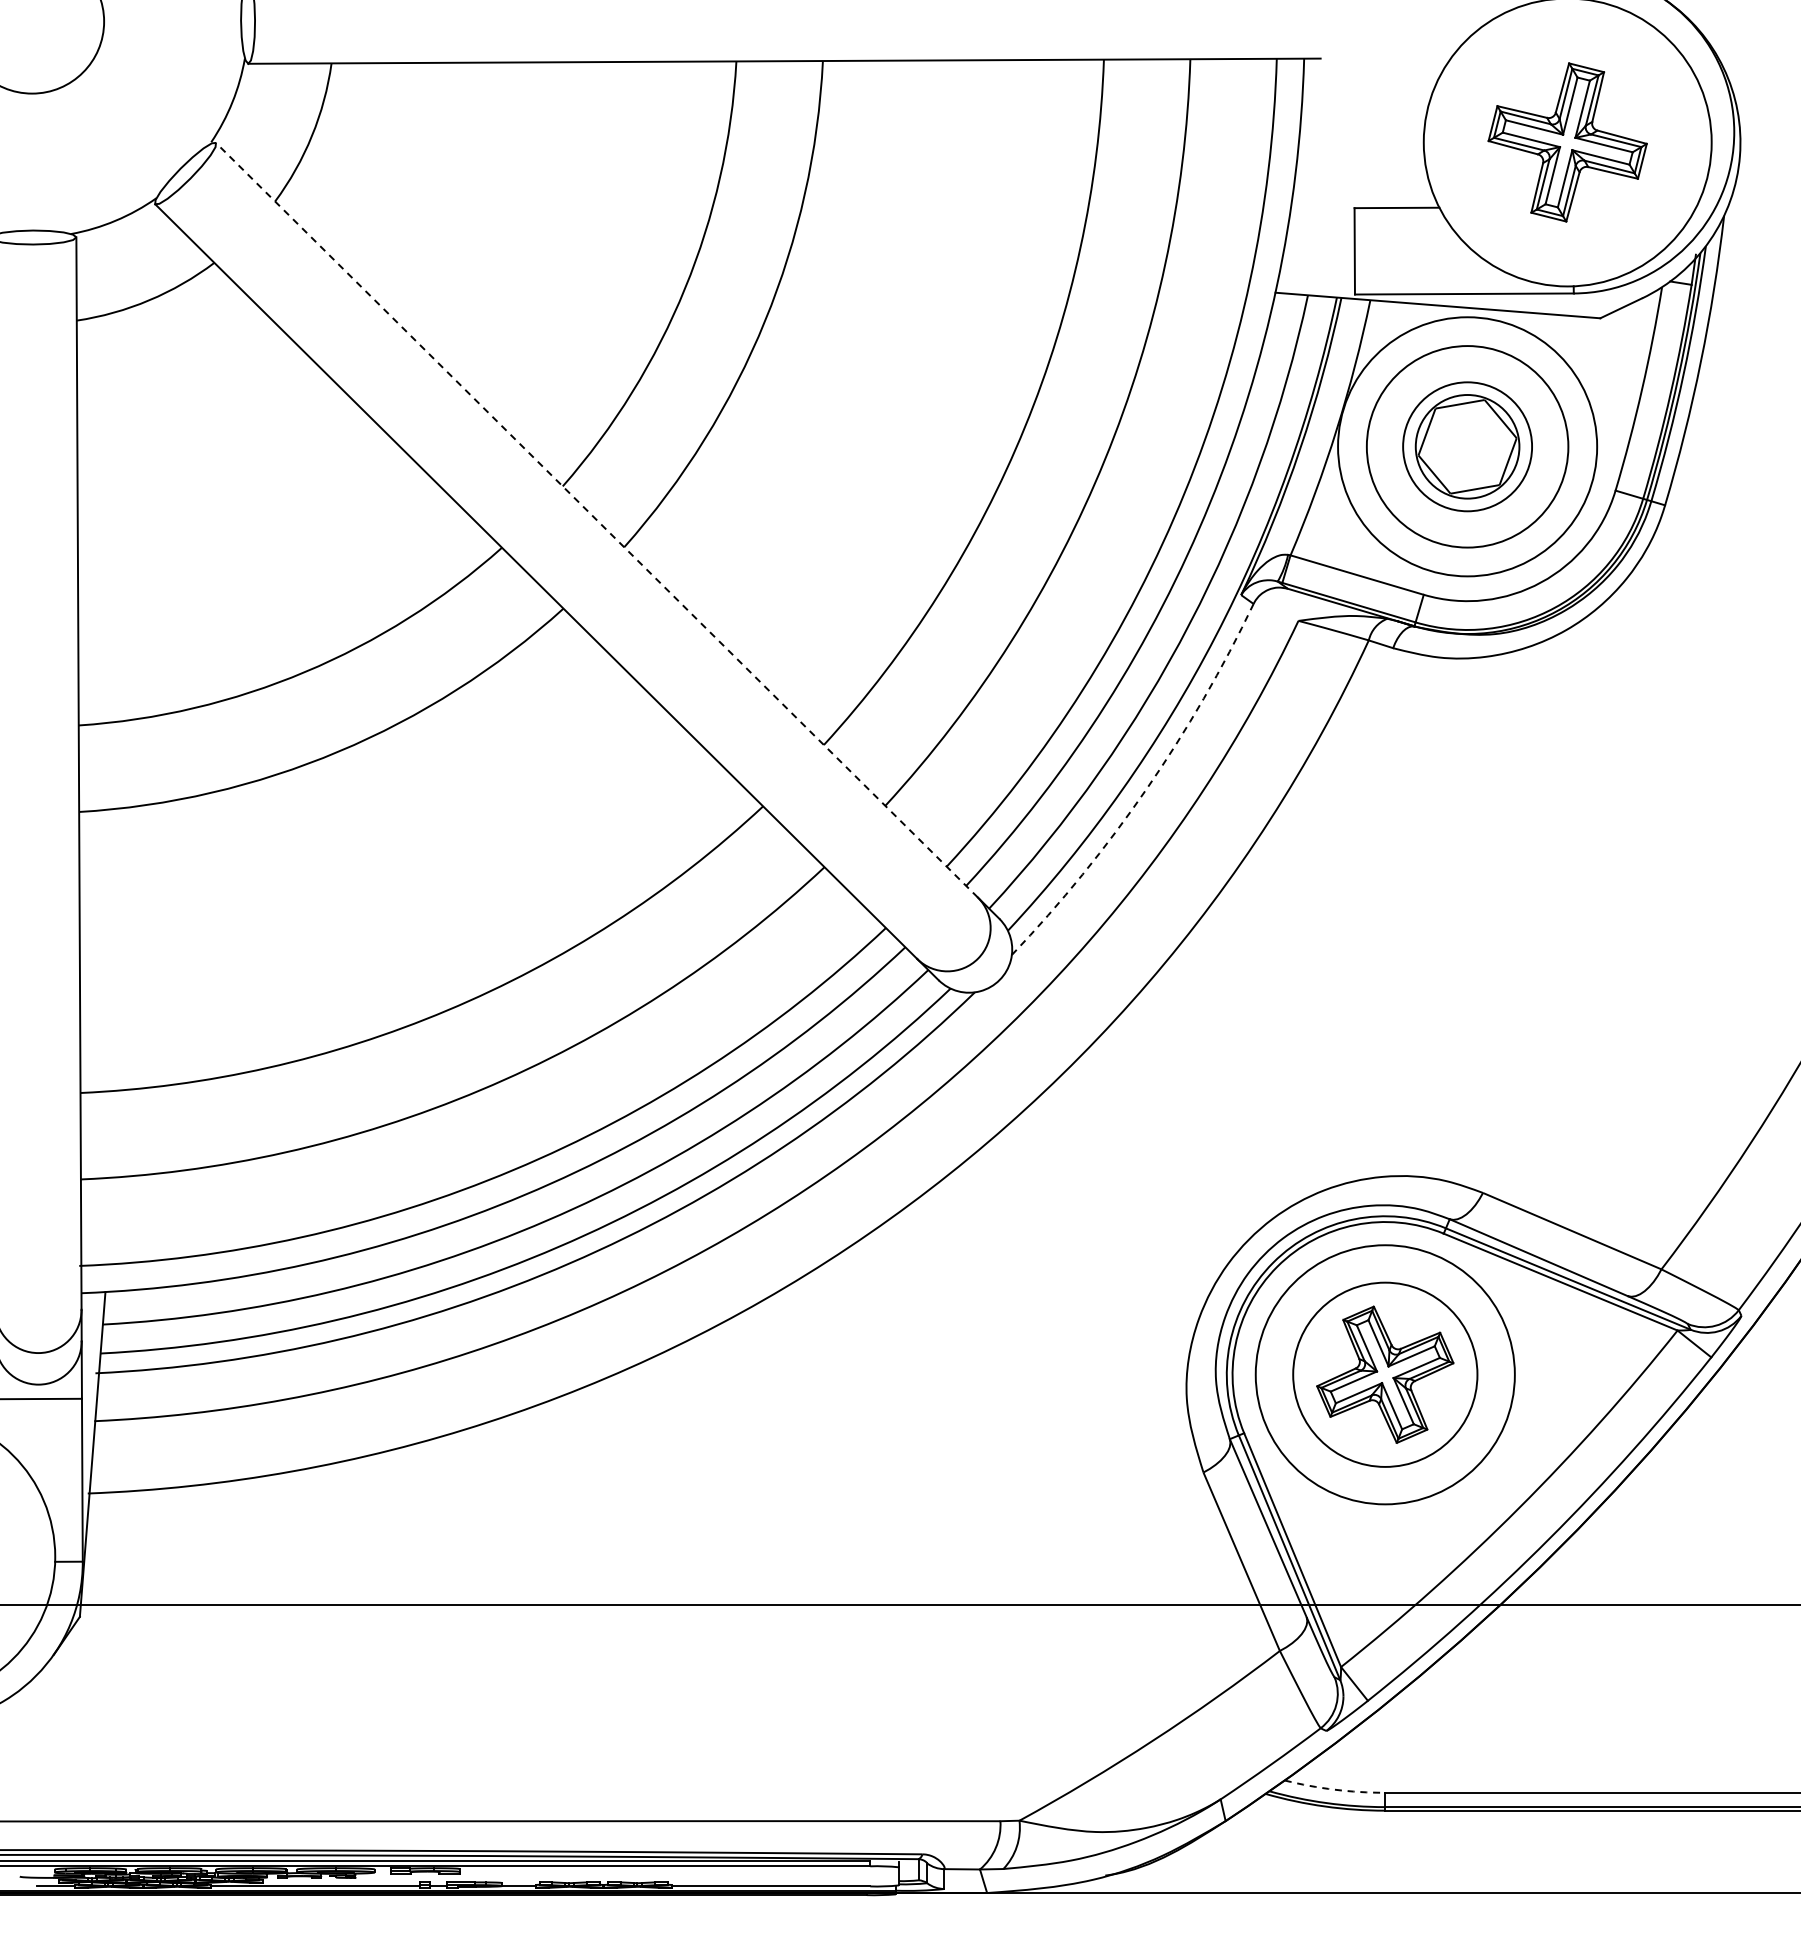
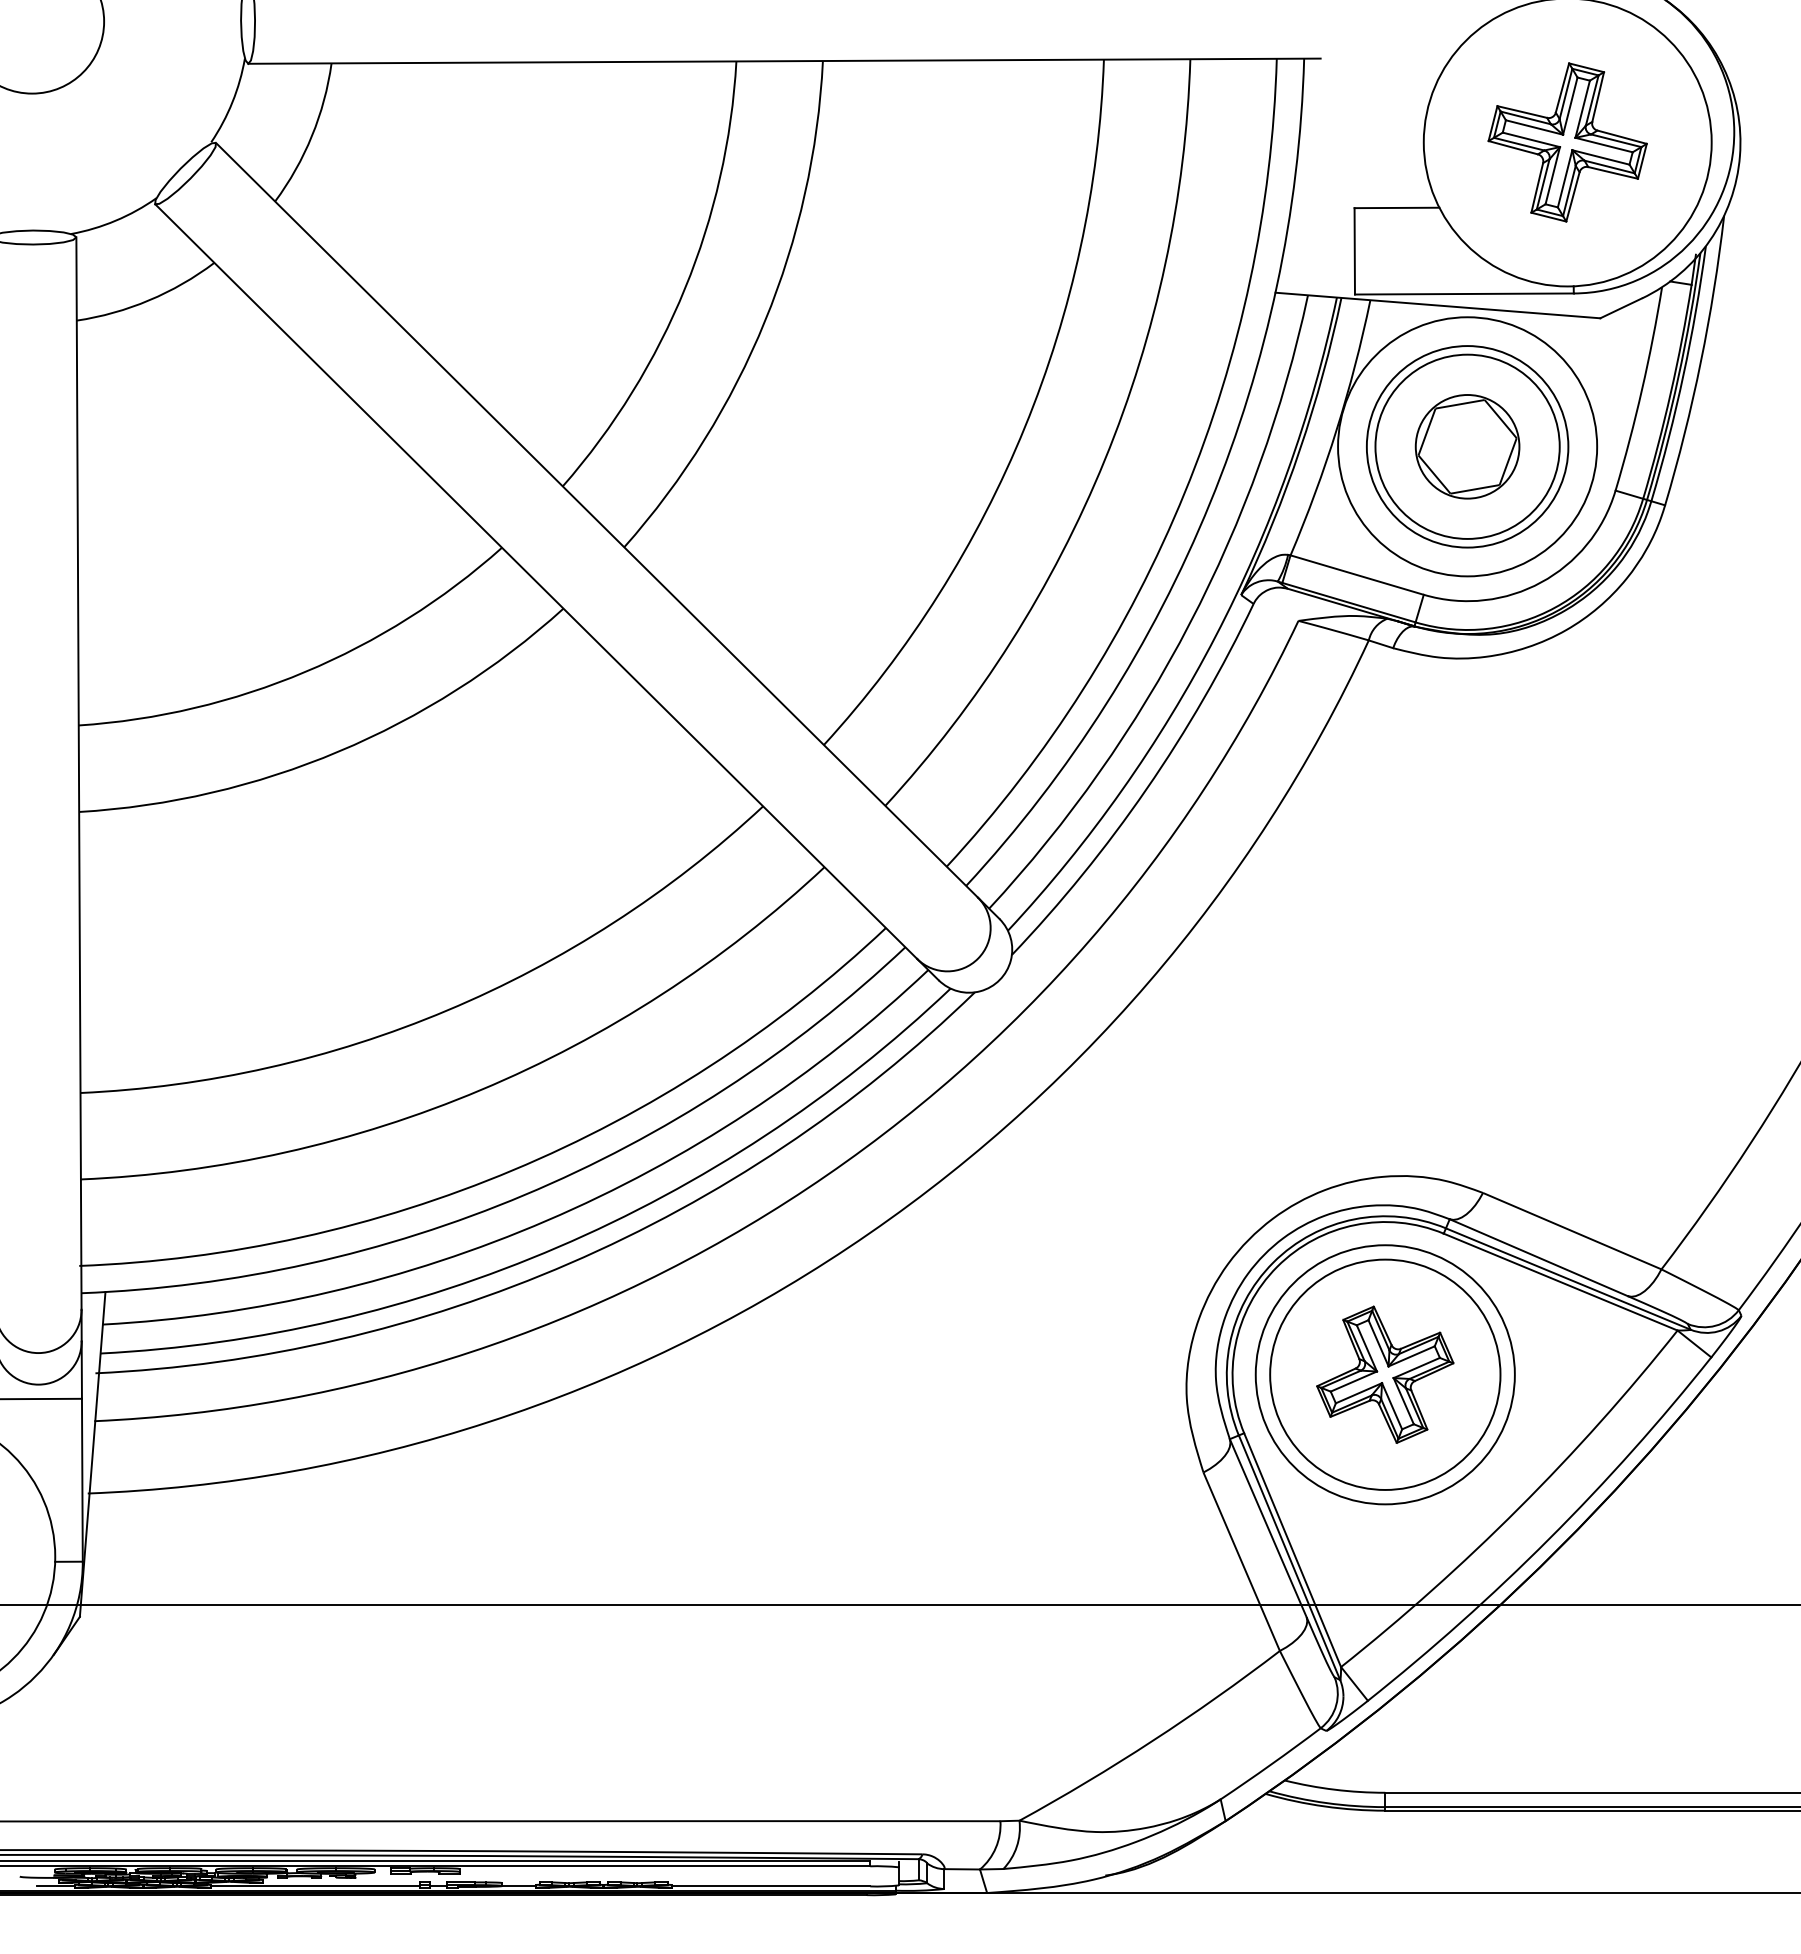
circle at (1467, 446) diameter: 129 px -> 184 px
line at (596, 519): dashed -> solid
arc at (1146, 789): dashed -> solid
circle at (1385, 1374) diameter: 184 px -> 230 px
arc at (1334, 1789): dashed -> solid
